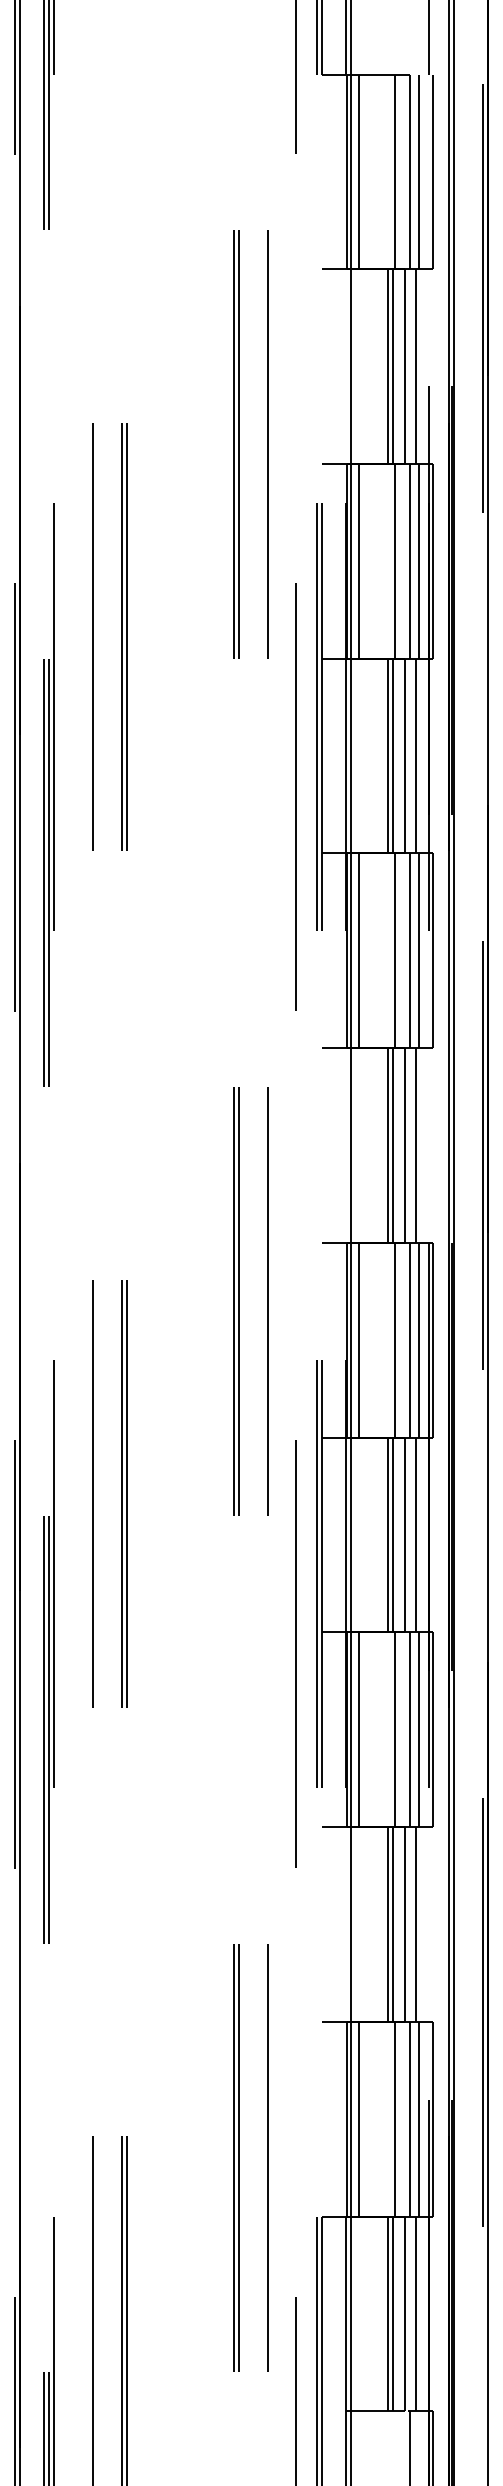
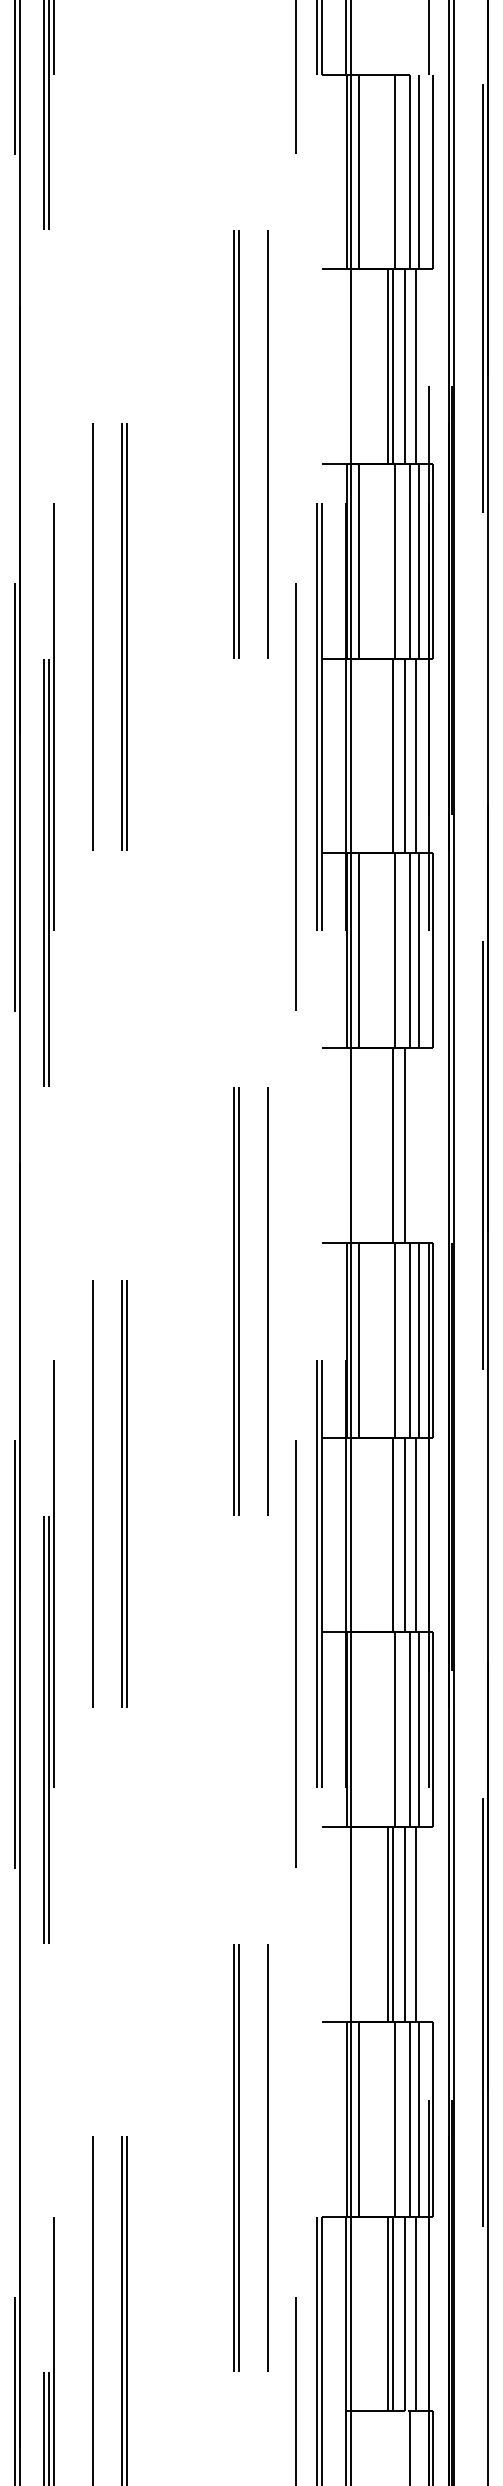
line at (387, 755): present -> none
line at (387, 1145): present -> none
line at (416, 1145): present -> none
line at (387, 1534): present -> none
line at (358, 1729): present -> none
